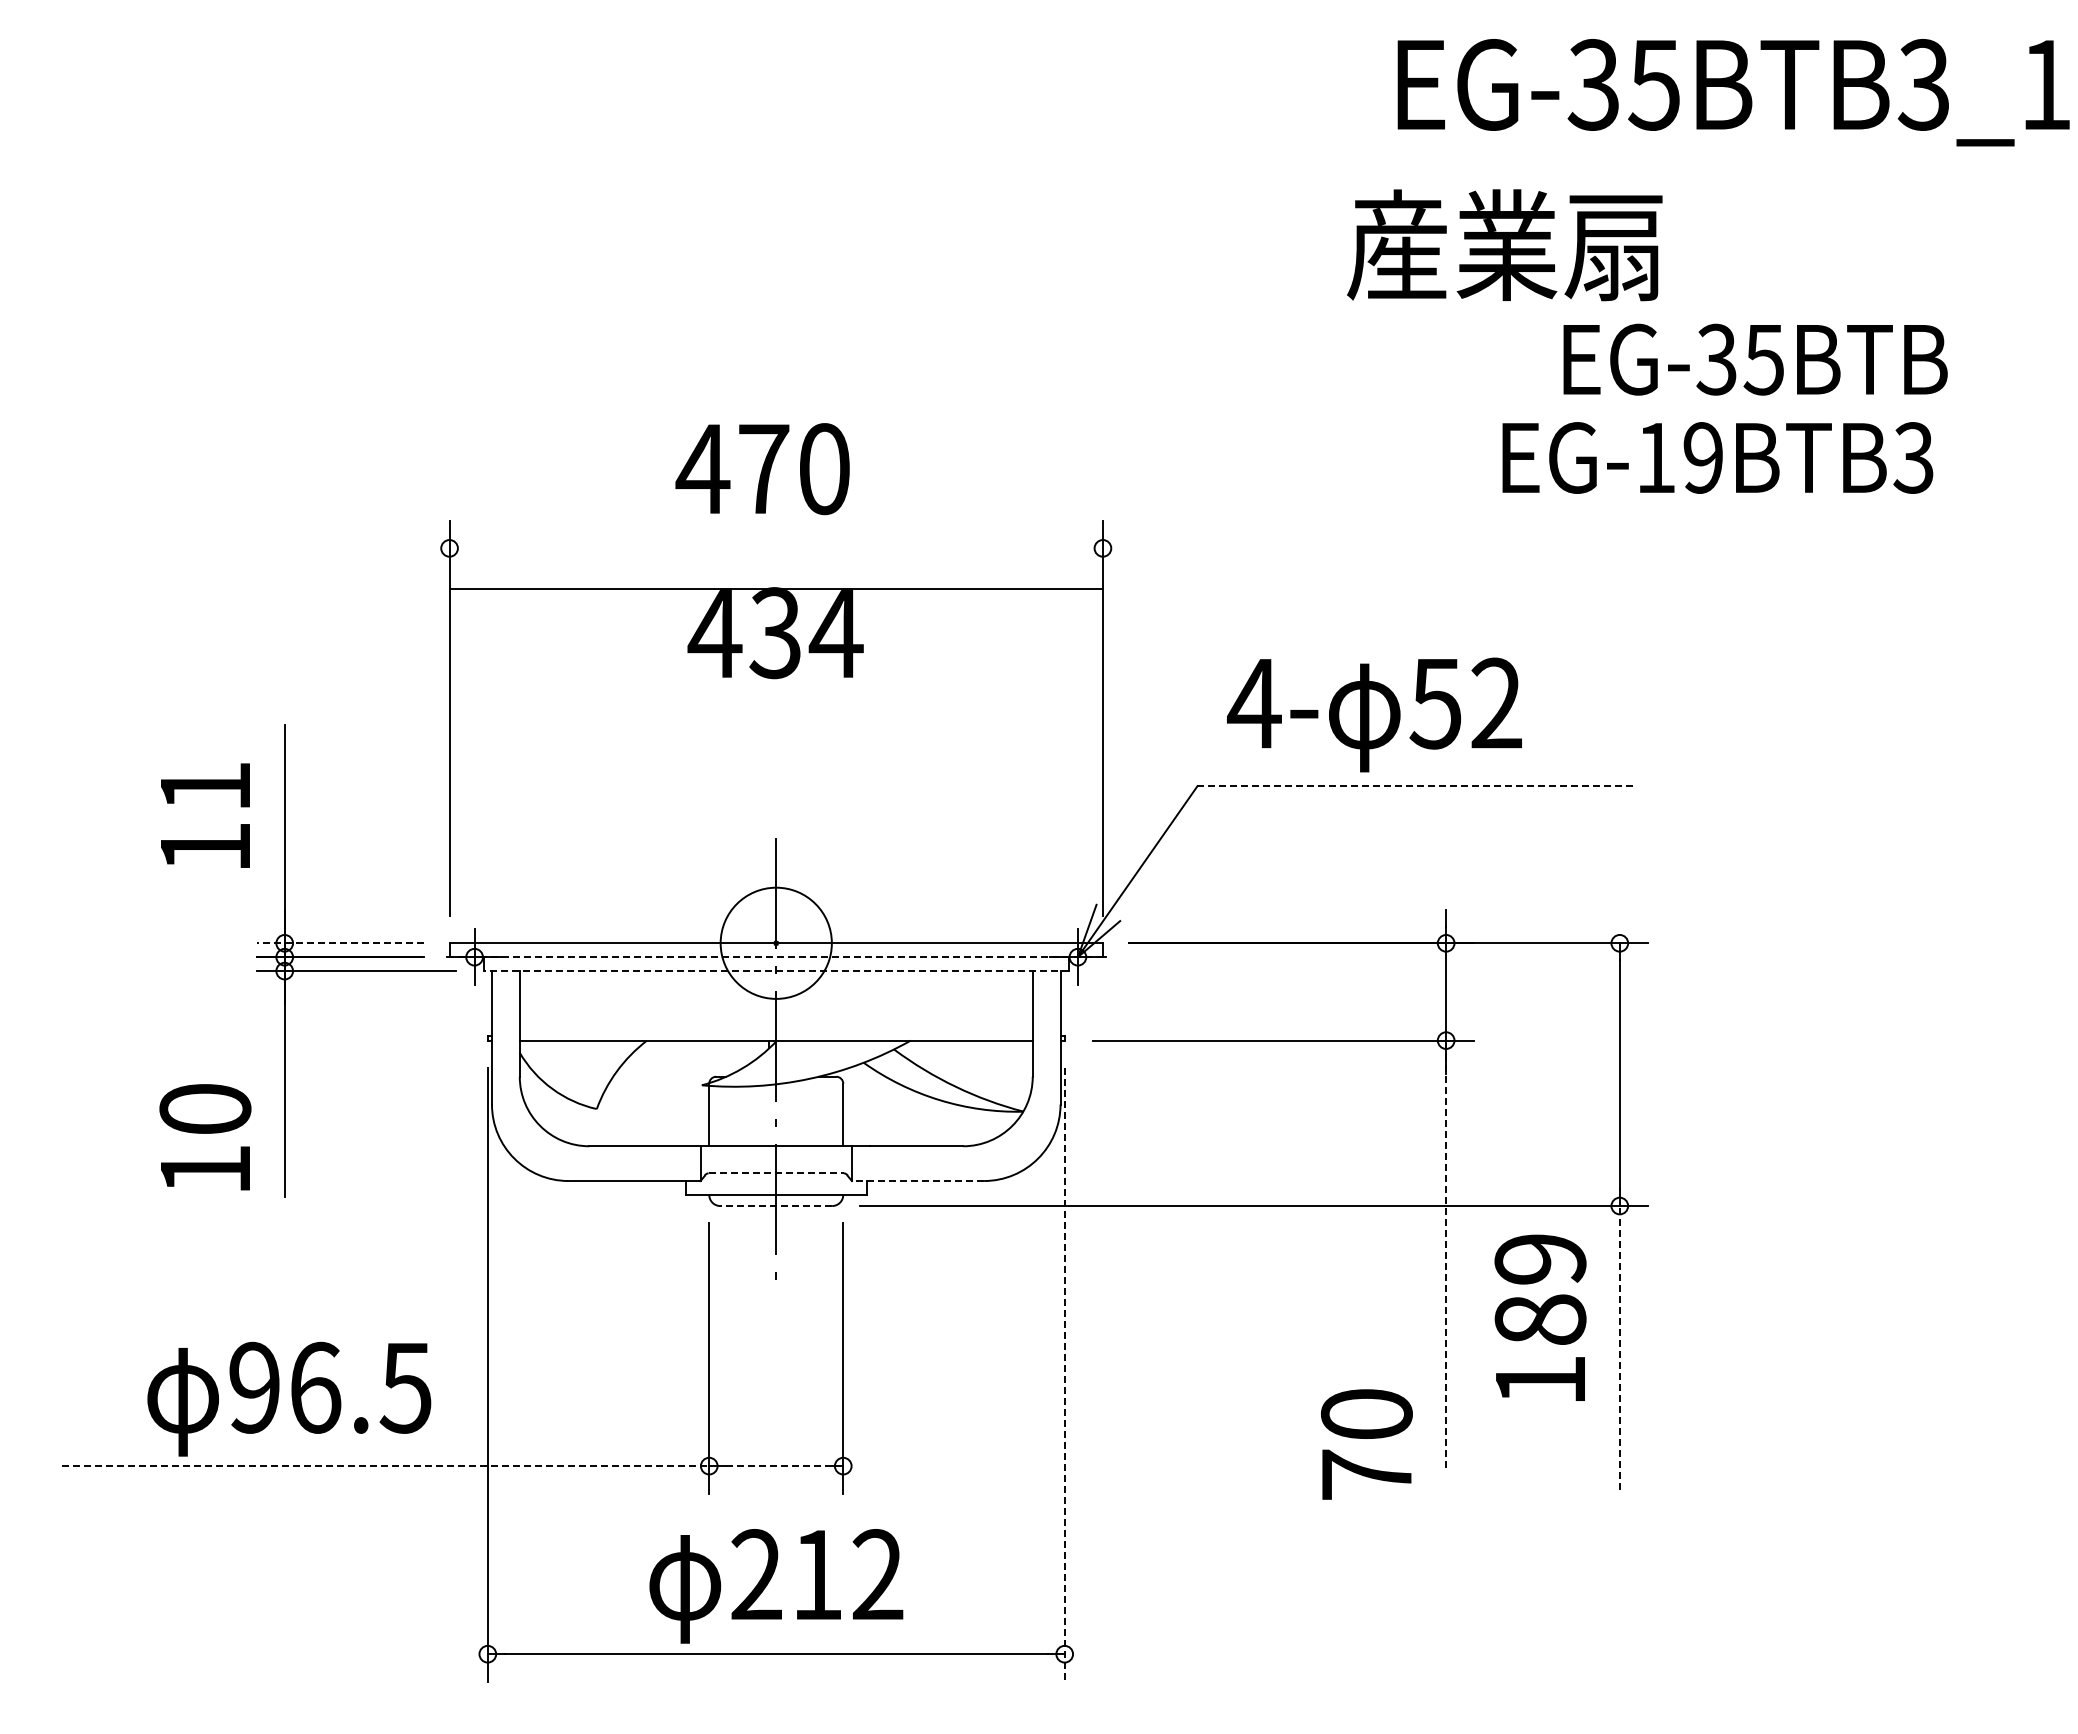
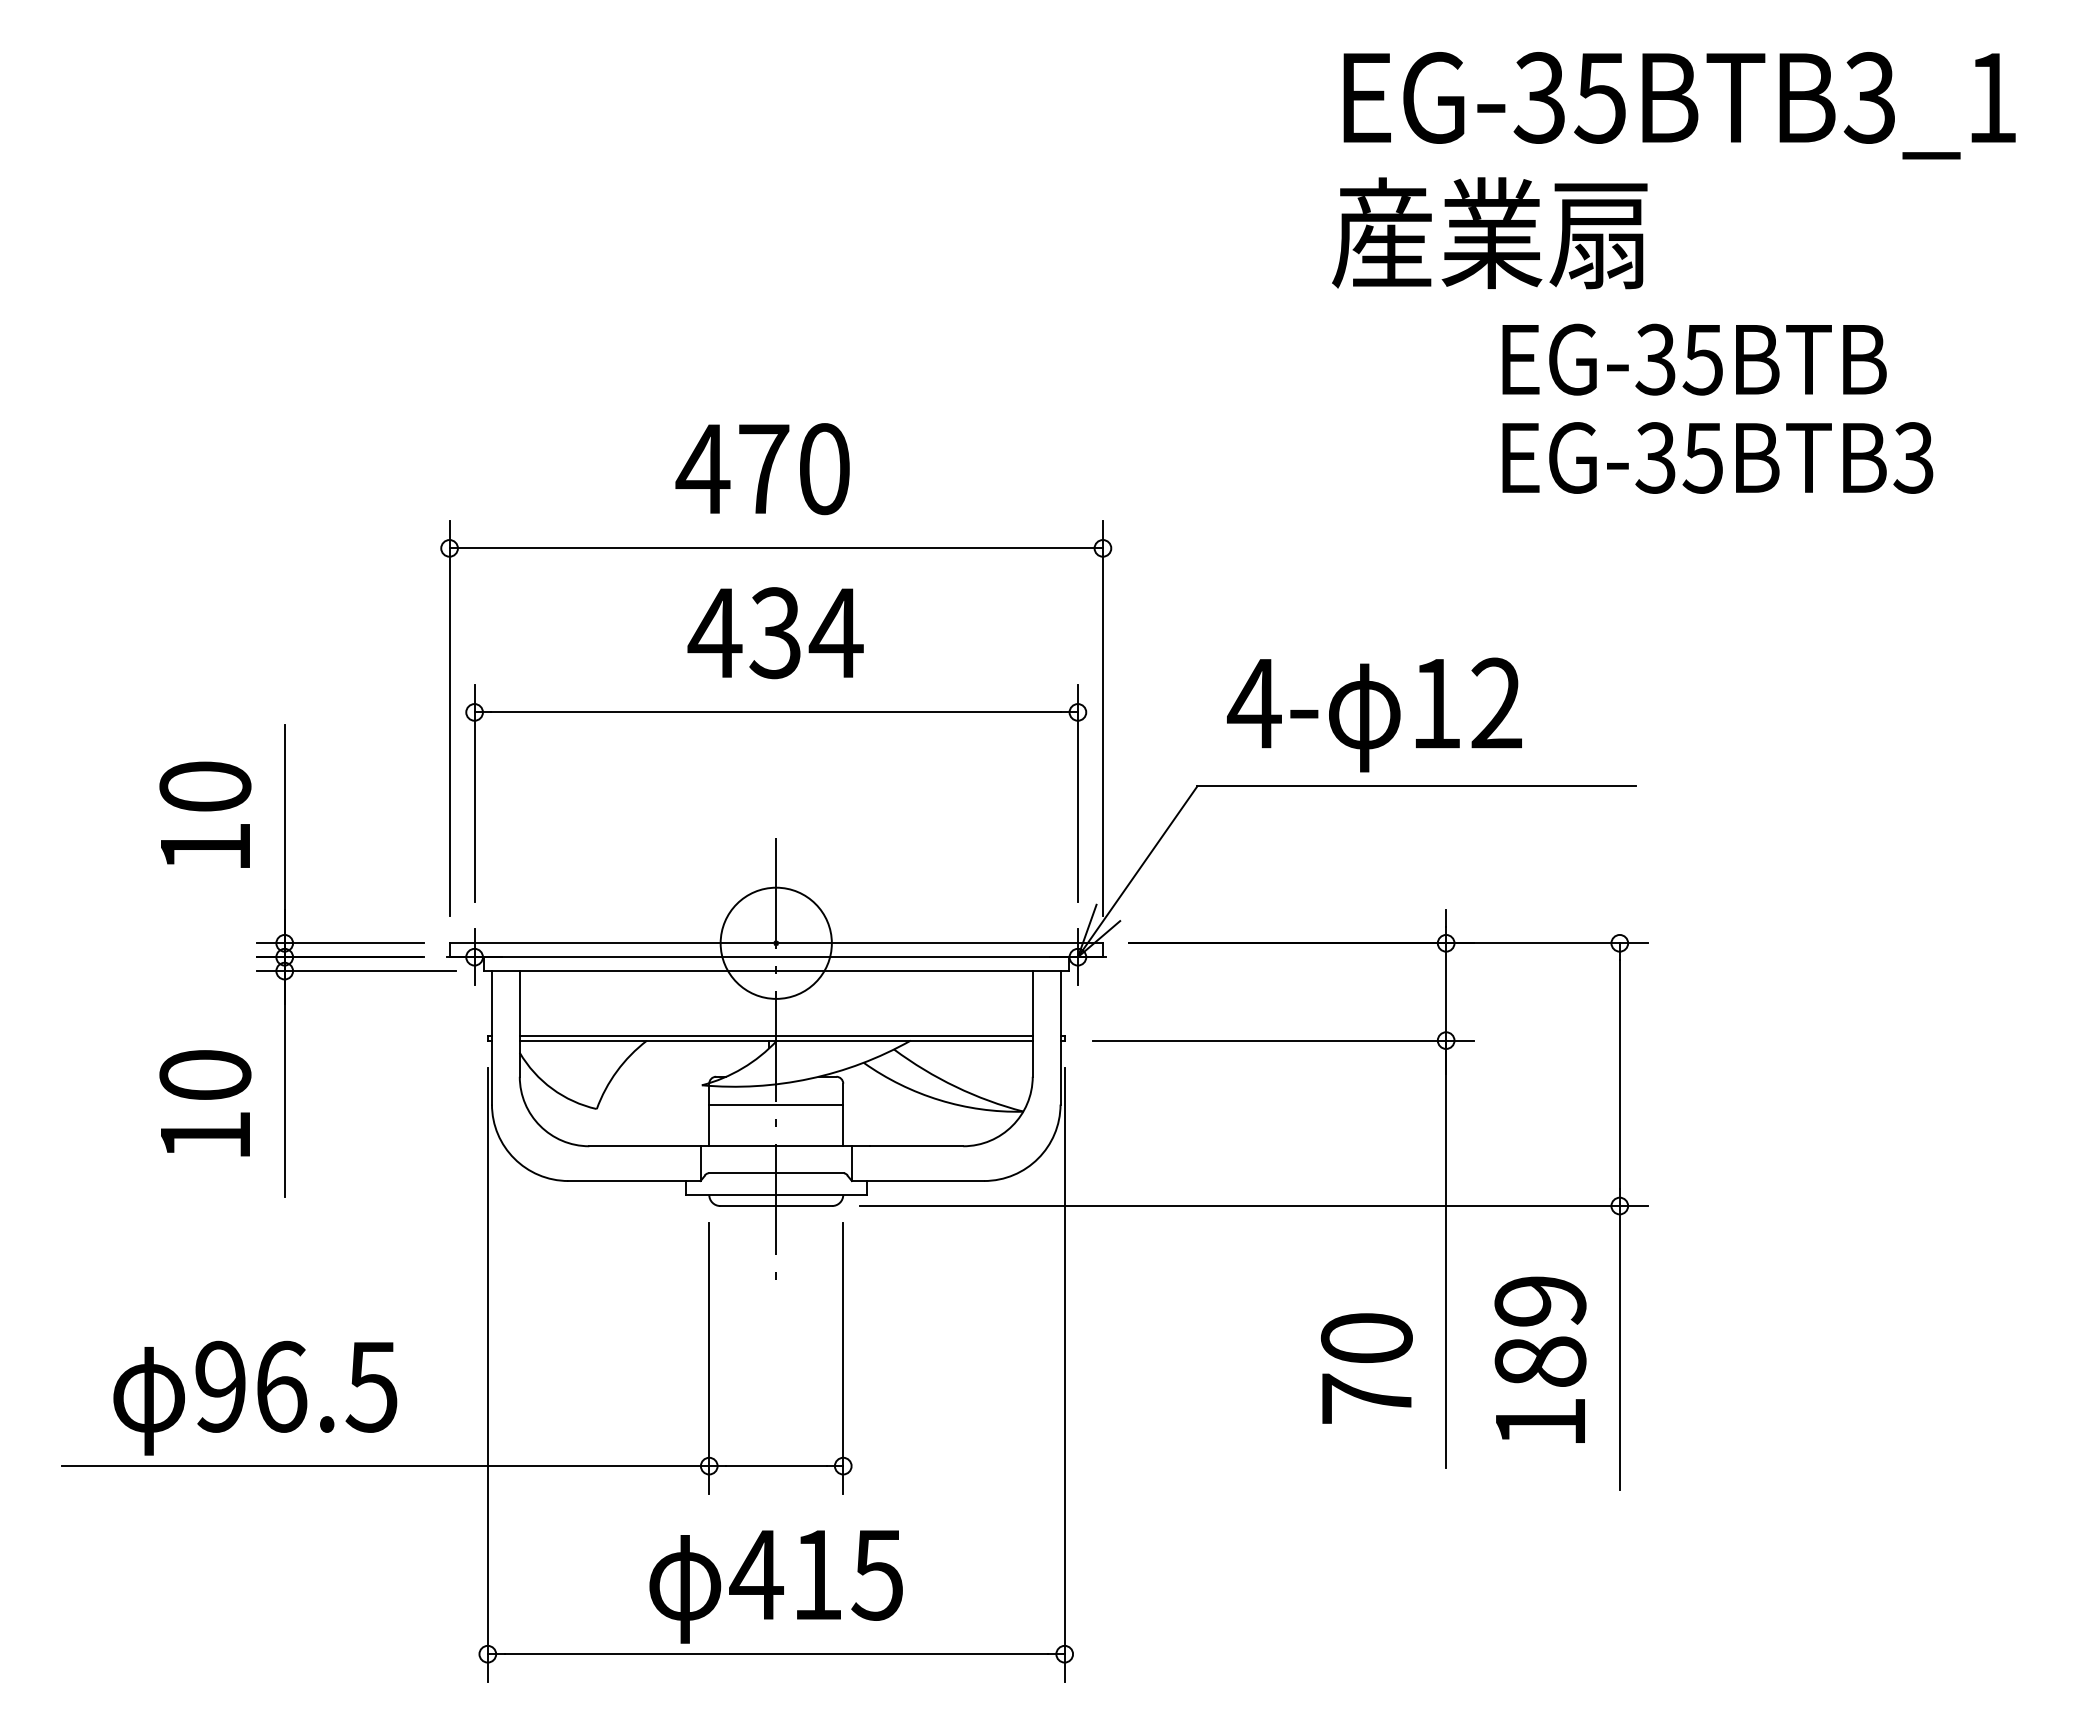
text at (1733, 92) position: (1733, 92) -> (1679, 105)
text at (1504, 245) position: (1504, 245) -> (1489, 233)
text at (1755, 359) position: (1755, 359) -> (1694, 359)
text at (1678, 457): EG-19BTB3 -> EG-35BTB3
line at (775, 589) position: (775, 589) -> (775, 548)
text at (1435, 704): 52 -> 12
part at (776, 712): none -> present
text at (205, 786): 11 -> 10
line at (1417, 786): dashed -> solid
line at (339, 943): dashed -> solid
line at (776, 957): dashed -> solid
line at (776, 971): dashed -> solid
line at (775, 1036): none -> present
line at (776, 1104): none -> present
text at (205, 1137) position: (205, 1137) -> (205, 1103)
line at (776, 1173): dashed -> solid
line at (917, 1181): dashed -> solid
line at (776, 1206): dashed -> solid
line at (1446, 1254): dashed -> solid
text at (1540, 1317) position: (1540, 1317) -> (1540, 1359)
line at (1619, 1347): dashed -> solid
line at (1064, 1375): dashed -> solid
text at (289, 1398) position: (289, 1398) -> (255, 1397)
text at (1366, 1444) position: (1366, 1444) -> (1366, 1368)
line at (386, 1466): dashed -> solid
line at (776, 1466): dashed -> solid
text at (816, 1574): 212 -> 415
